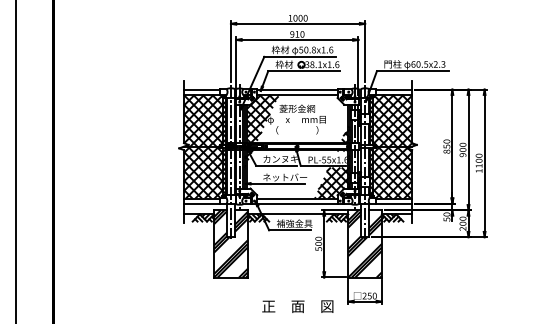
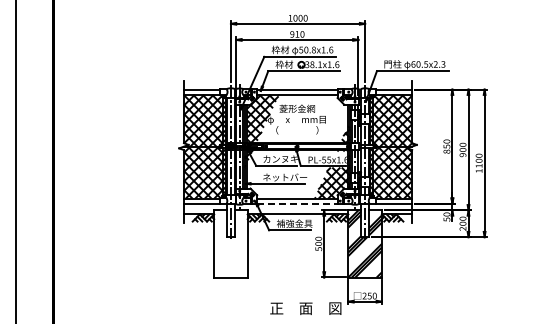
line at (297, 203): solid -> dashed
hatch at (230, 243): present -> none
text at (297, 306) position: (297, 306) -> (305, 308)
